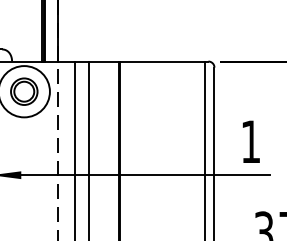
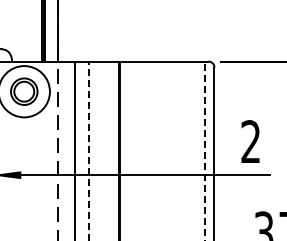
text at (250, 141): 1 -> 2
line at (88, 150): solid -> dashed
line at (205, 150): solid -> dashed
